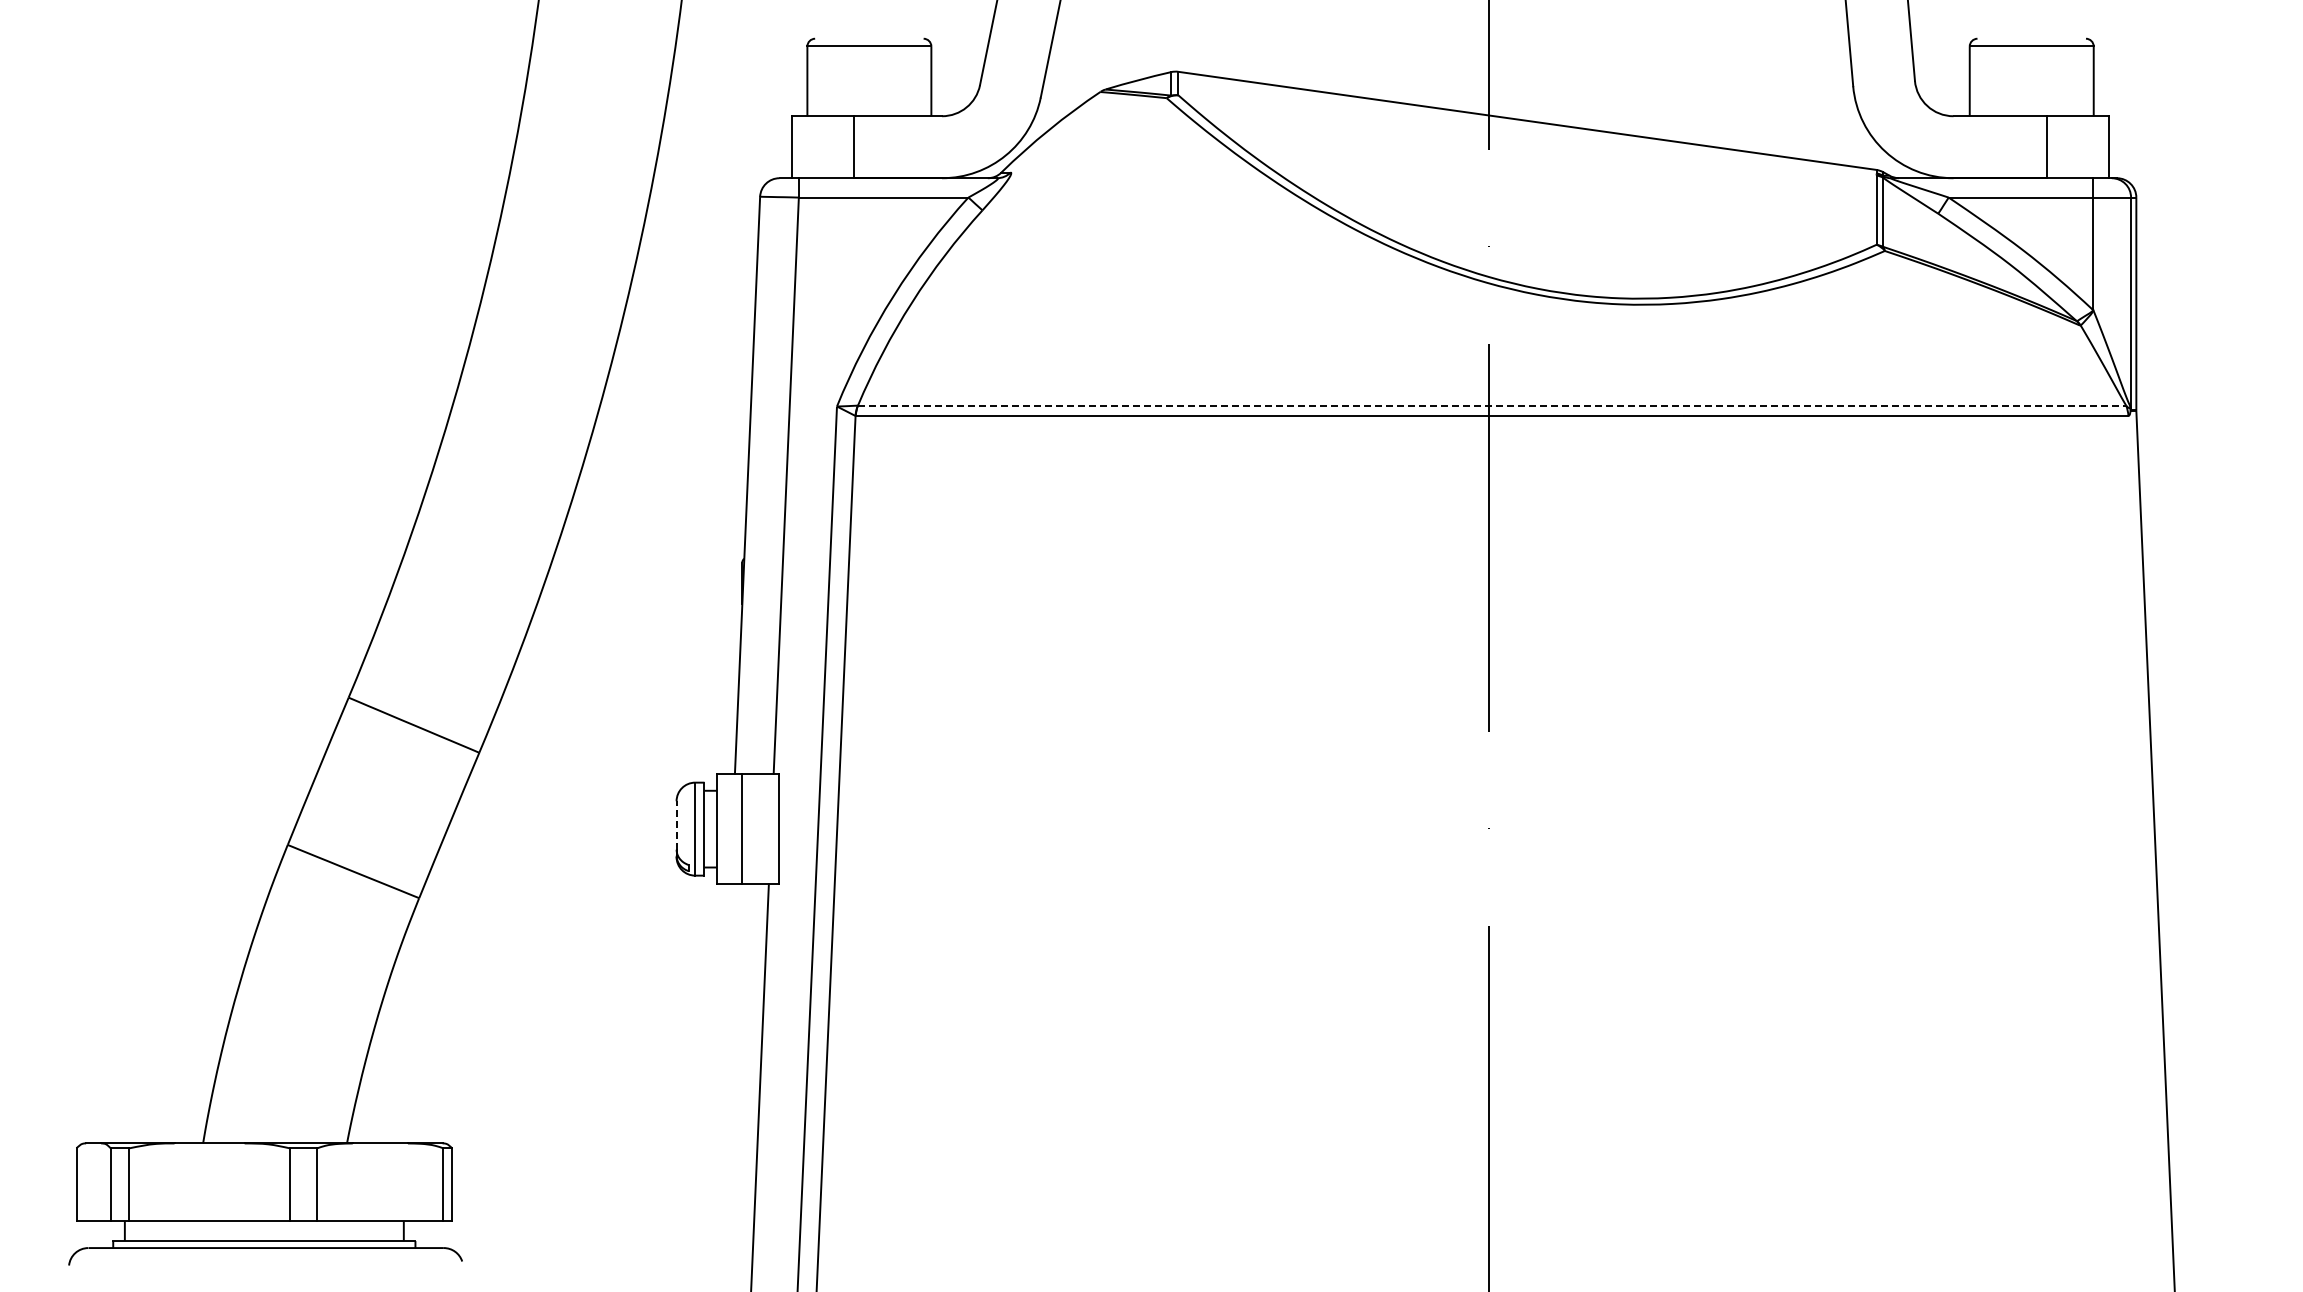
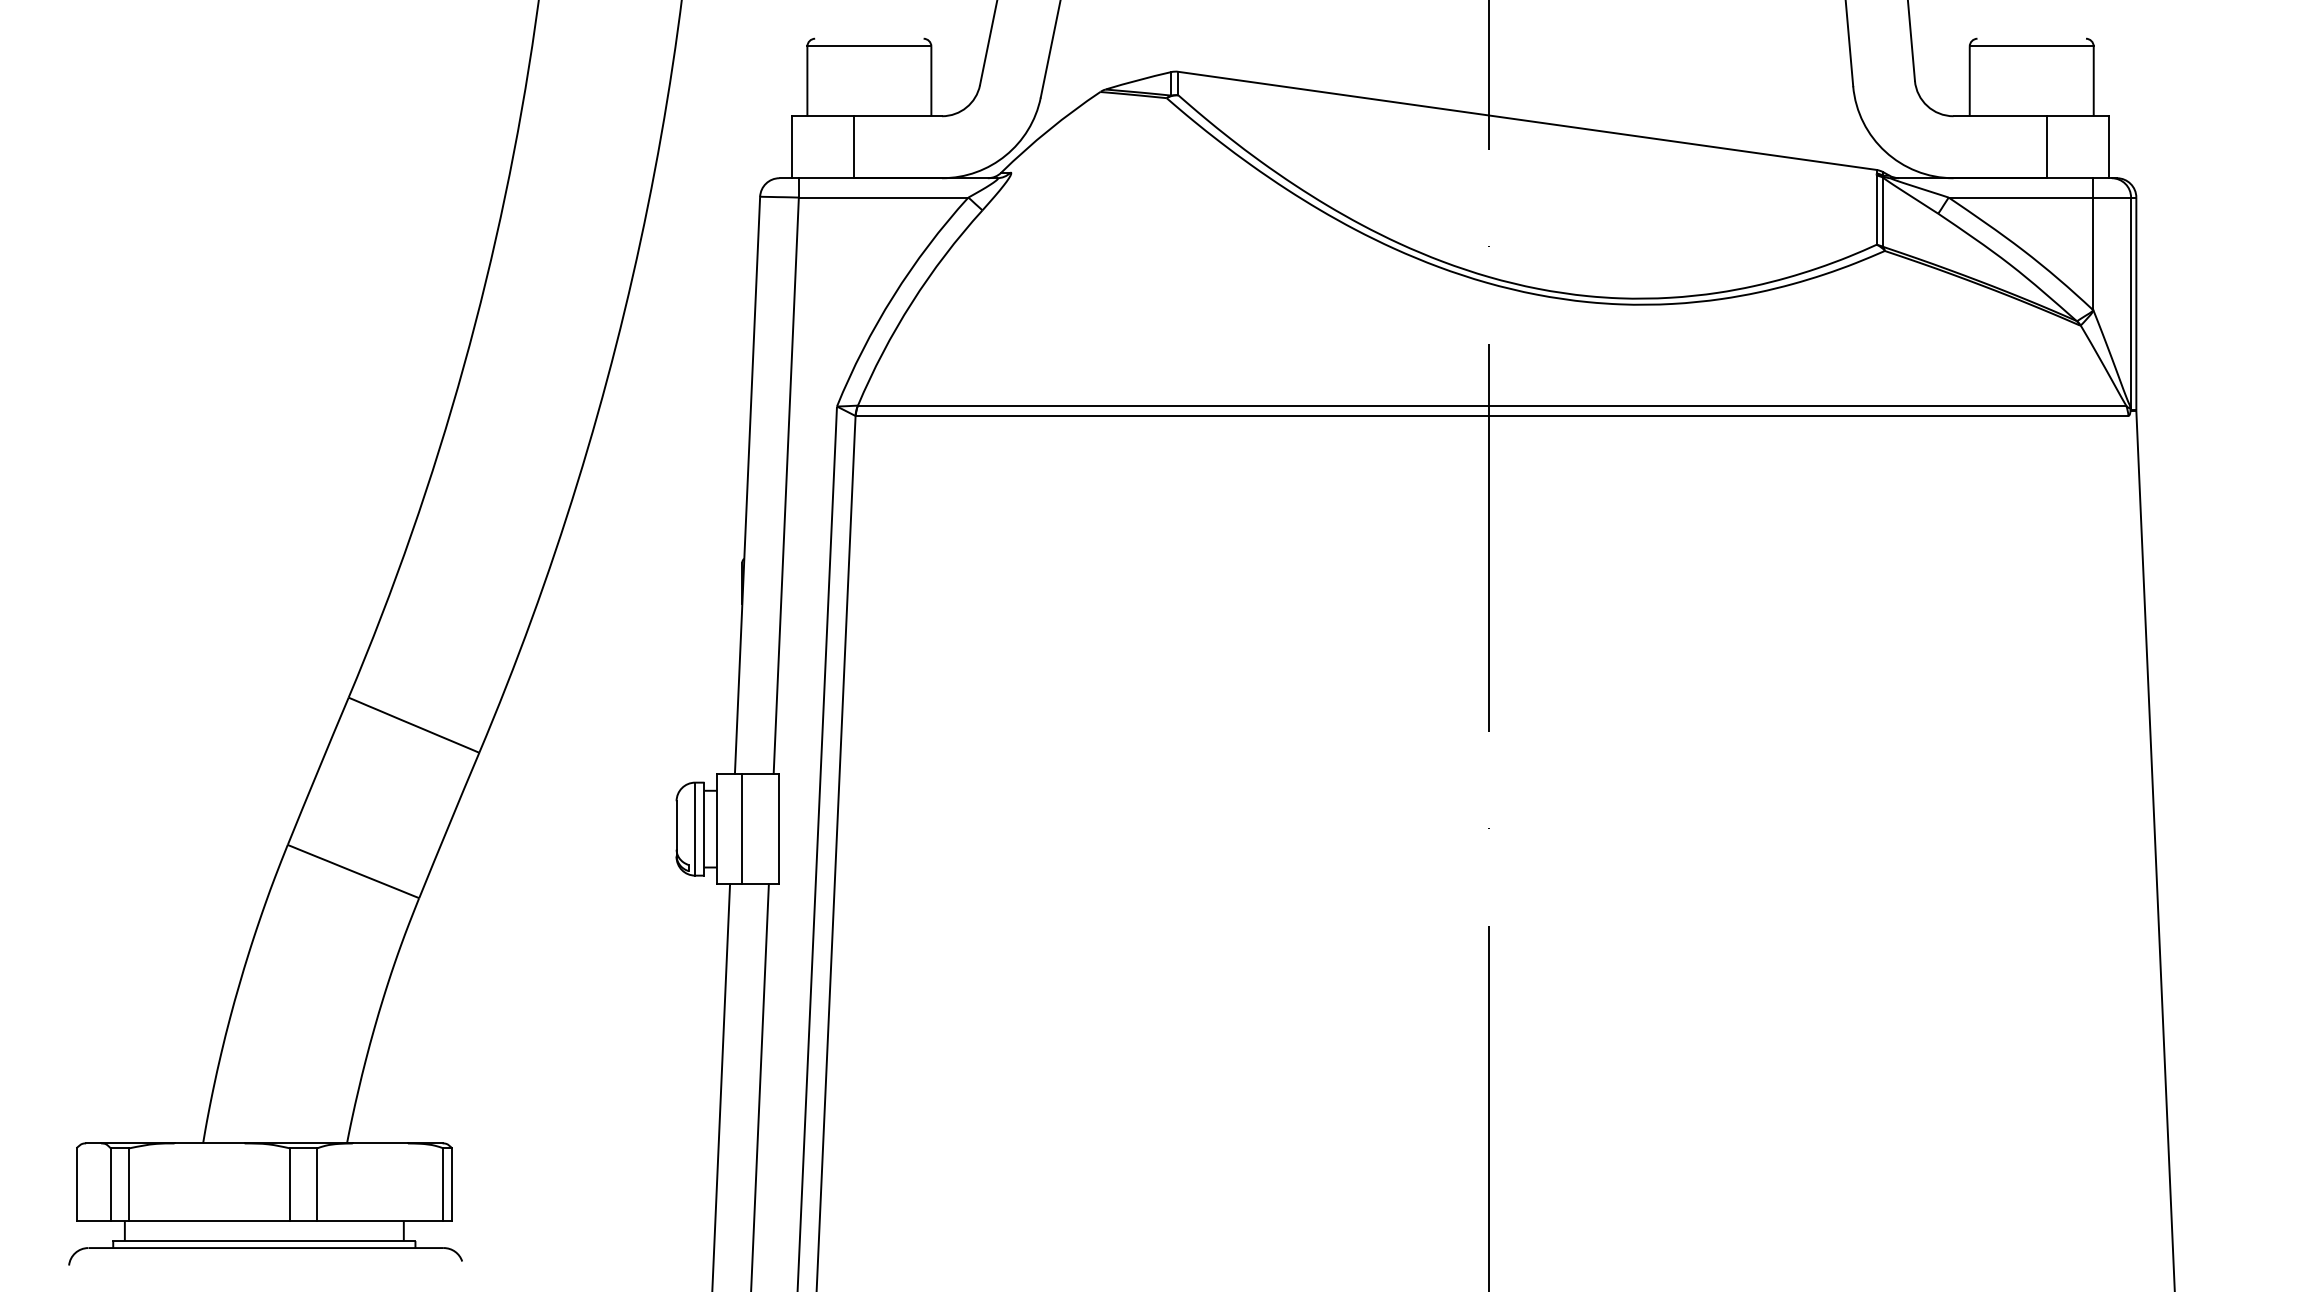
line at (1492, 405): dashed -> solid
line at (676, 824): dashed -> solid
line at (721, 1086): none -> present
